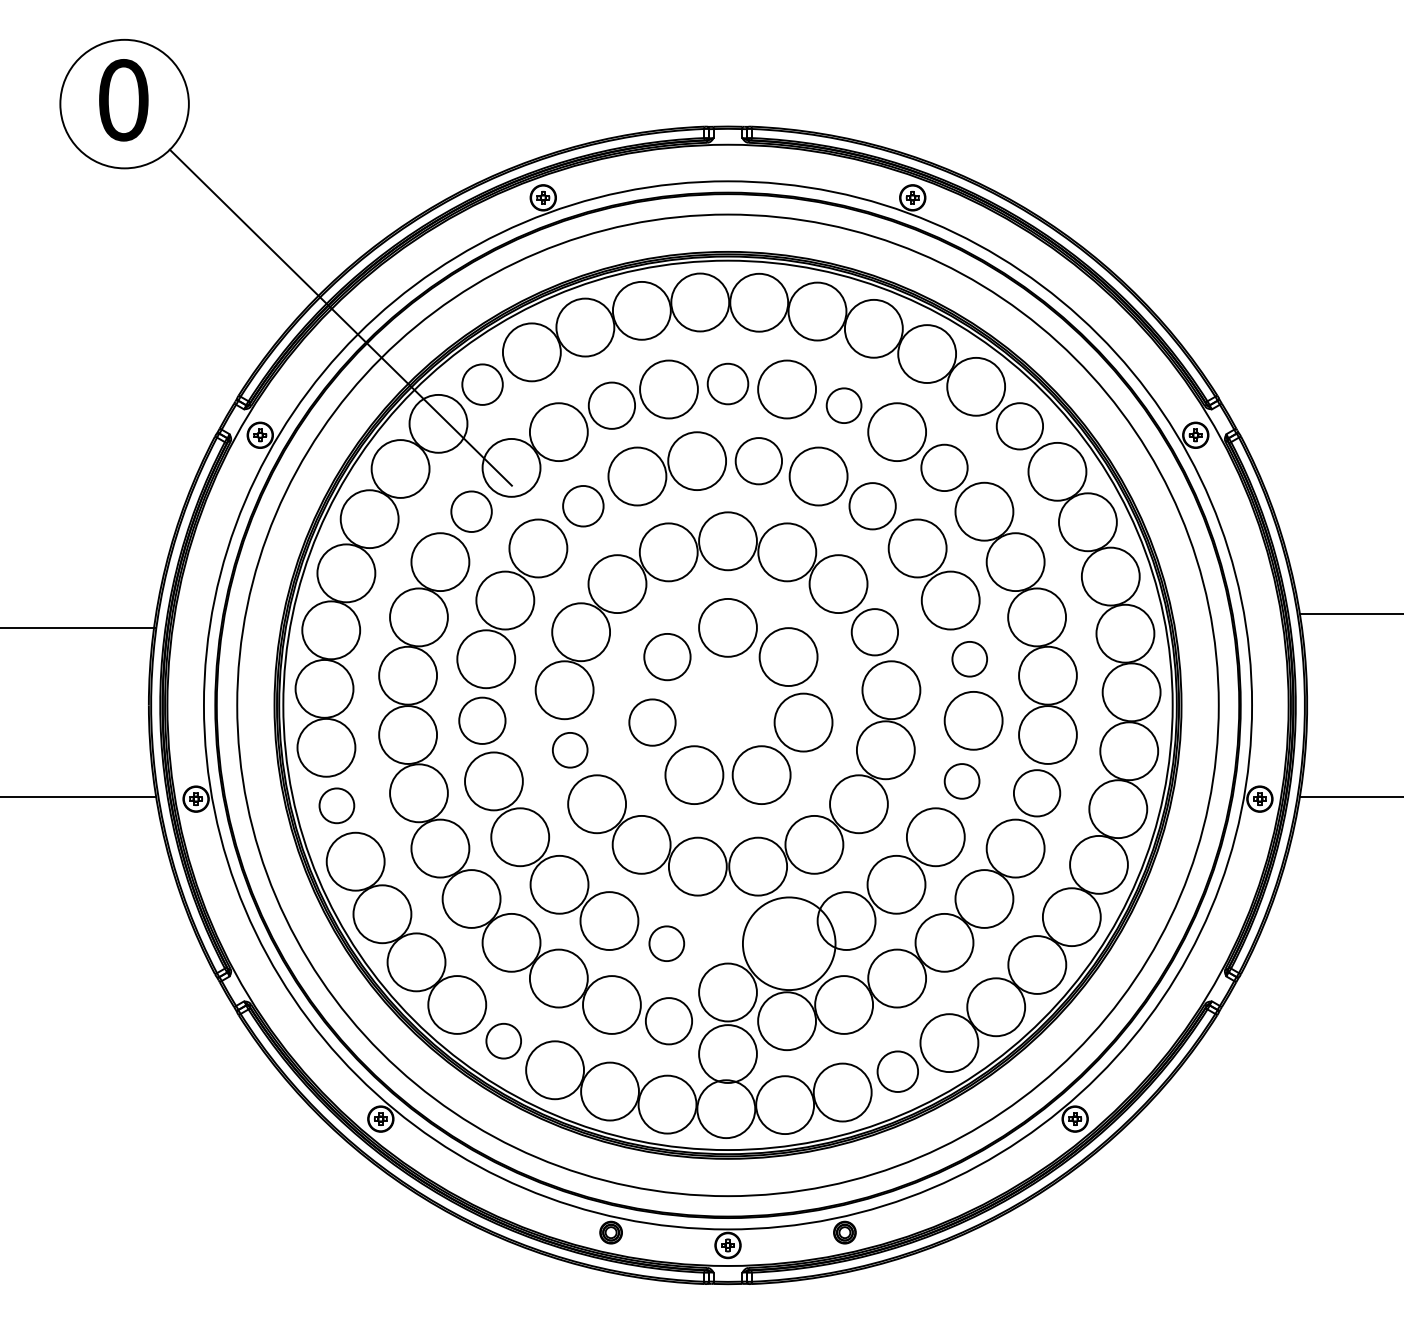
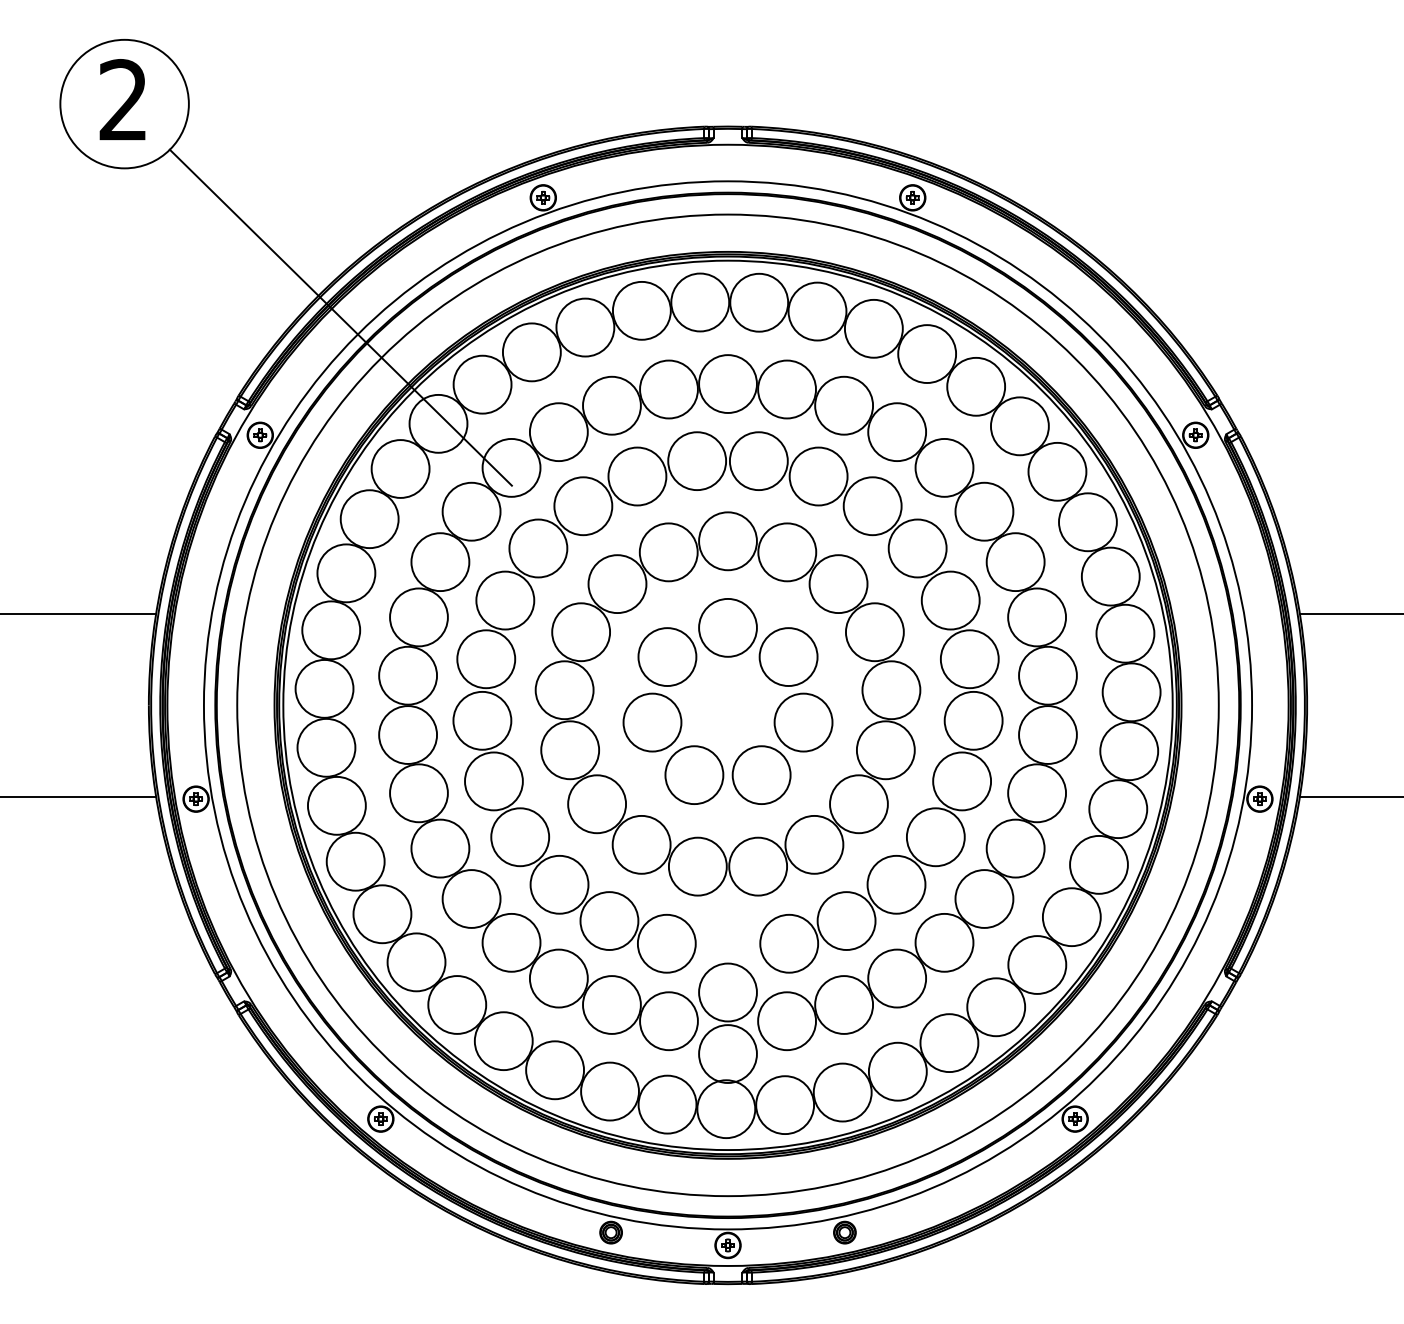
text at (123, 100): 0 -> 2
circle at (727, 383) diameter: 41 px -> 58 px
circle at (482, 384) diameter: 41 px -> 58 px
circle at (611, 405) diameter: 46 px -> 58 px
circle at (843, 405) diameter: 35 px -> 58 px
circle at (1019, 426) diameter: 46 px -> 58 px
circle at (758, 461) diameter: 46 px -> 58 px
circle at (944, 467) diameter: 46 px -> 58 px
circle at (583, 505) diameter: 41 px -> 58 px
circle at (872, 506) diameter: 46 px -> 58 px
circle at (471, 511) diameter: 41 px -> 58 px
line at (79, 628) position: (79, 628) -> (79, 614)
circle at (874, 632) diameter: 46 px -> 58 px
circle at (667, 656) diameter: 46 px -> 58 px
circle at (969, 658) diameter: 35 px -> 58 px
circle at (482, 720) diameter: 46 px -> 58 px
circle at (652, 722) diameter: 46 px -> 58 px
circle at (569, 749) diameter: 35 px -> 58 px
circle at (961, 781) diameter: 35 px -> 58 px
circle at (1036, 793) diameter: 46 px -> 58 px
circle at (336, 805) diameter: 35 px -> 58 px
circle at (666, 943) diameter: 35 px -> 58 px
circle at (788, 943) diameter: 93 px -> 58 px
circle at (668, 1021) diameter: 46 px -> 58 px
circle at (503, 1040) diameter: 35 px -> 58 px
circle at (897, 1071) diameter: 41 px -> 58 px
